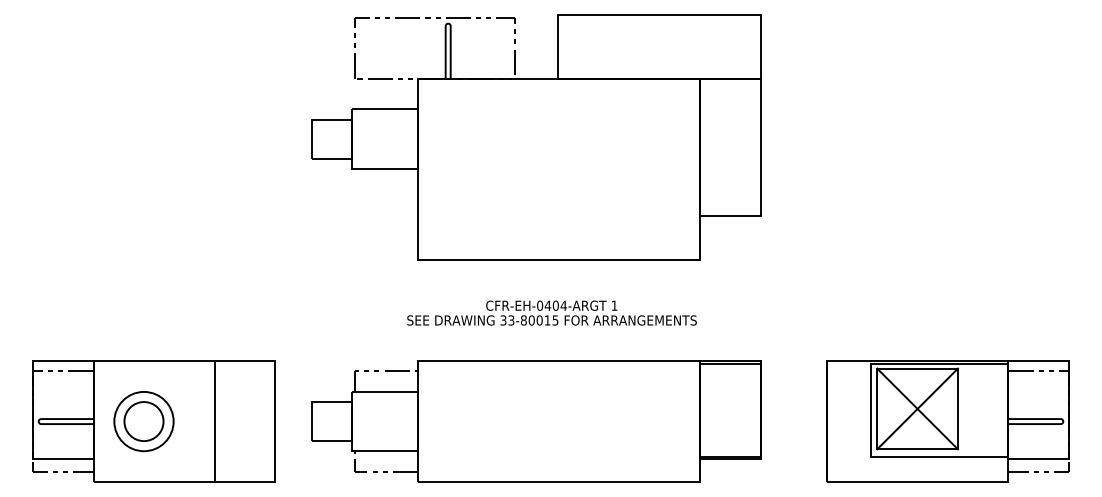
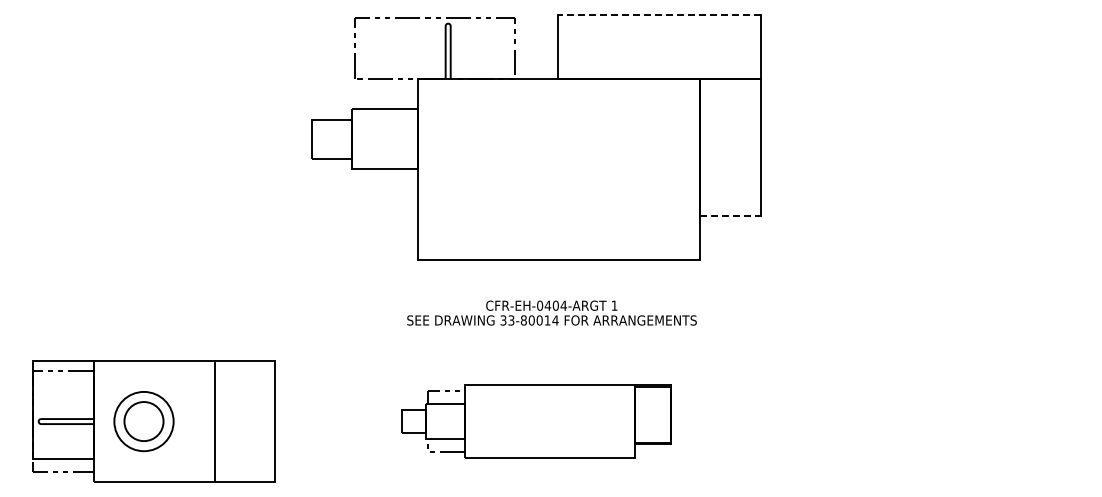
line at (659, 14): solid -> dashed
line at (731, 215): solid -> dashed
text at (555, 320): 33-80015 -> 33-80014
part at (536, 421) size: 451x123 px -> 271x75 px
part at (947, 421): present -> none
